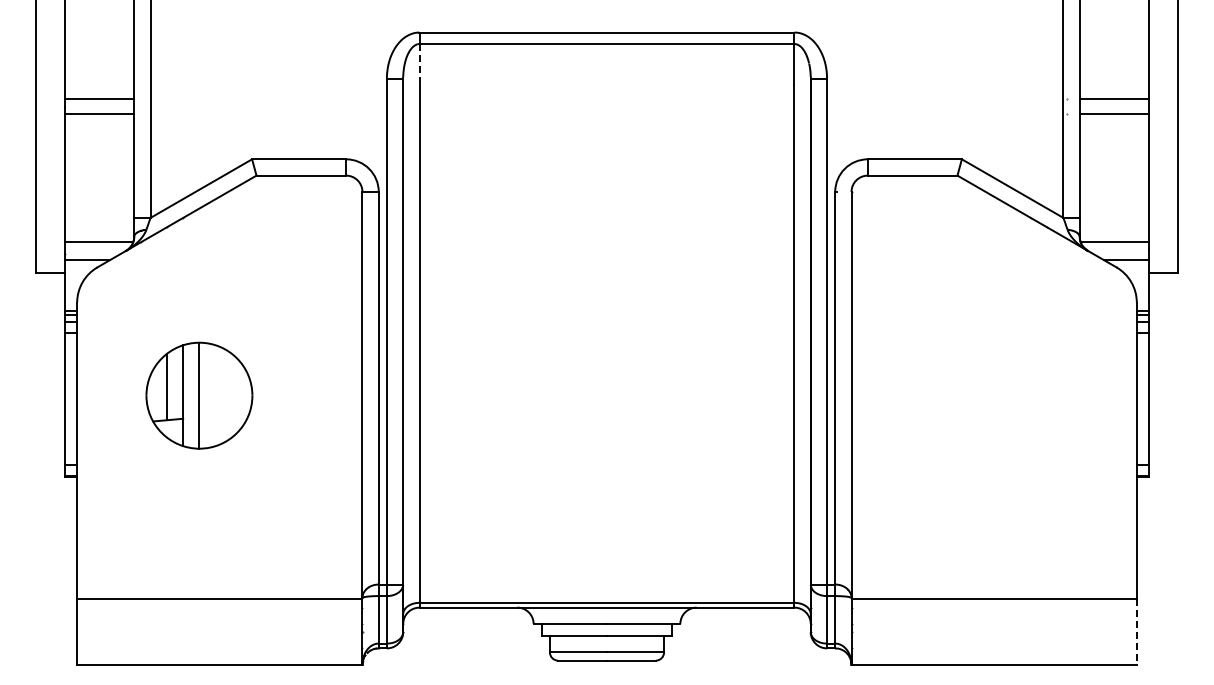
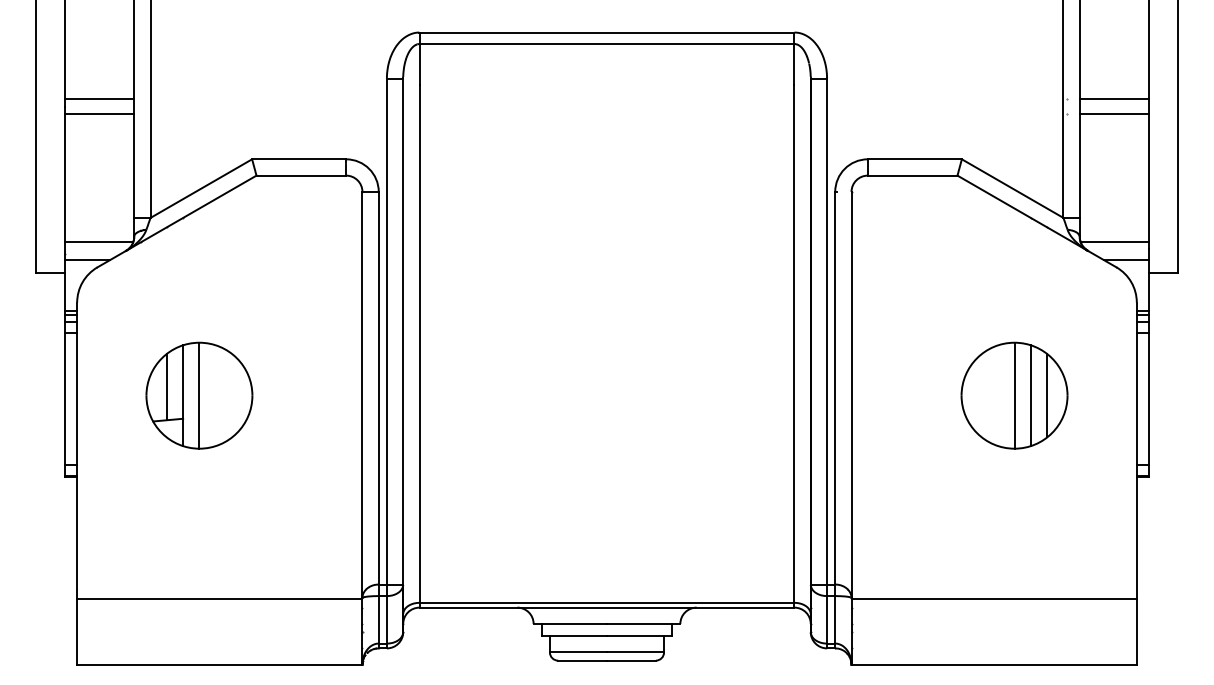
line at (419, 64): dashed -> solid
part at (1014, 395): none -> present
line at (1136, 632): dashed -> solid
